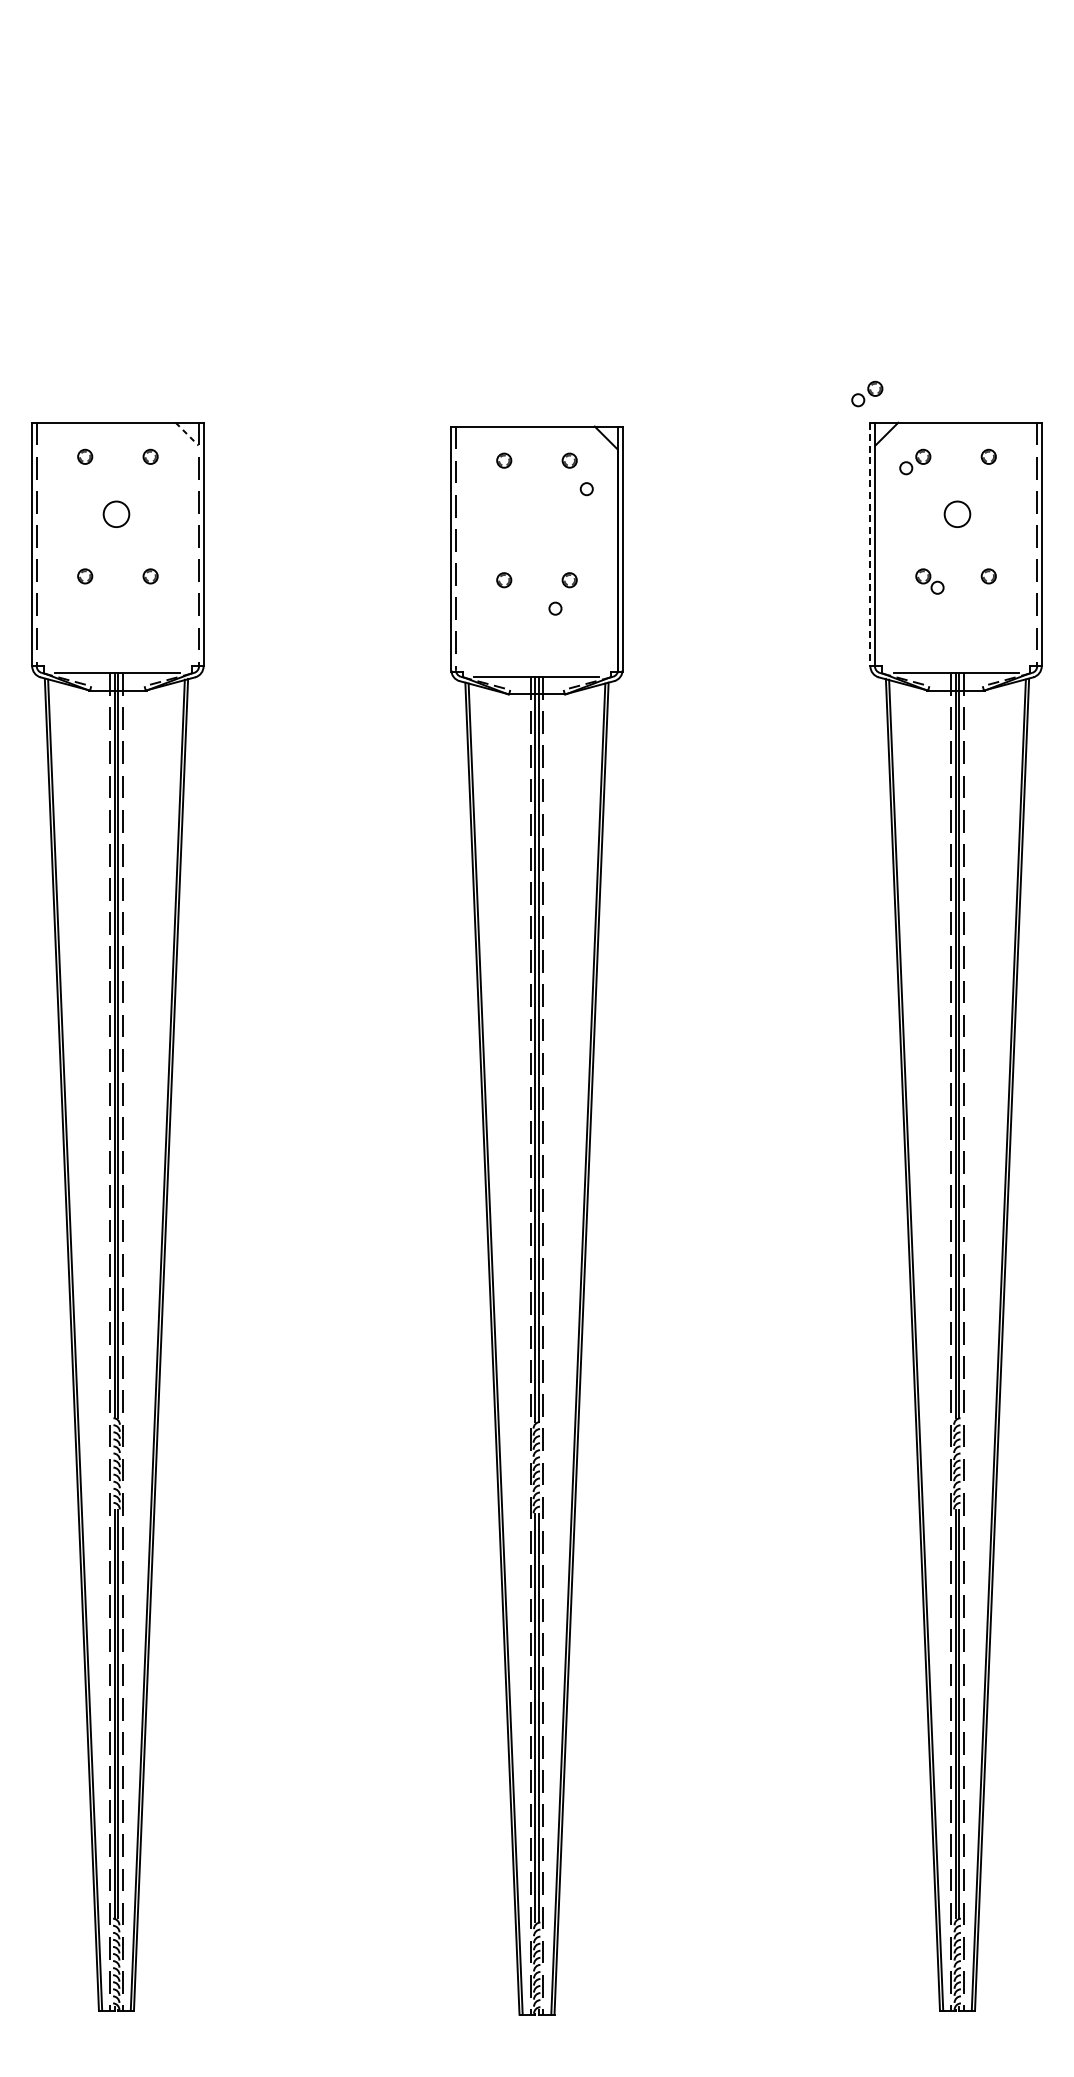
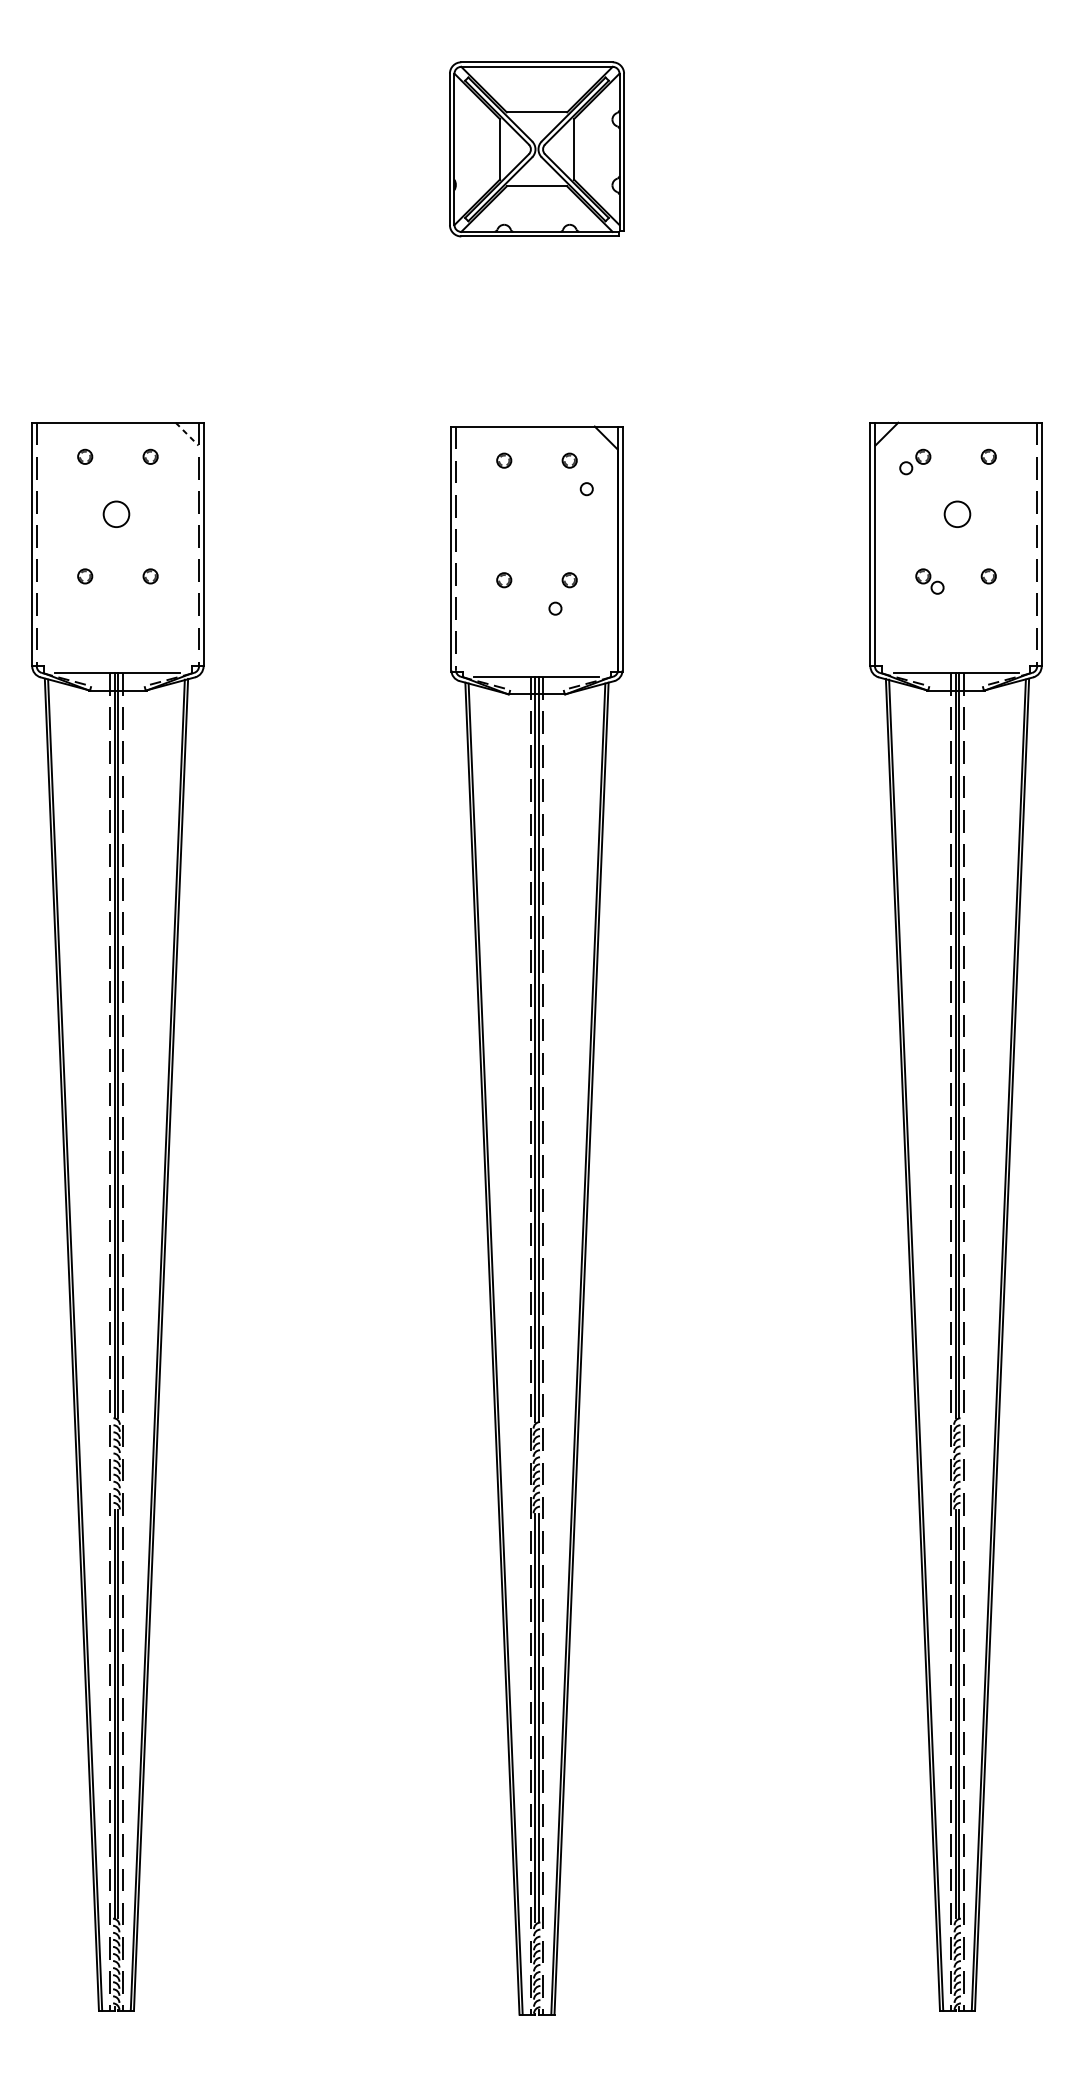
part at (536, 149): none -> present
part at (867, 393): present -> none
line at (870, 544): dashed -> solid
